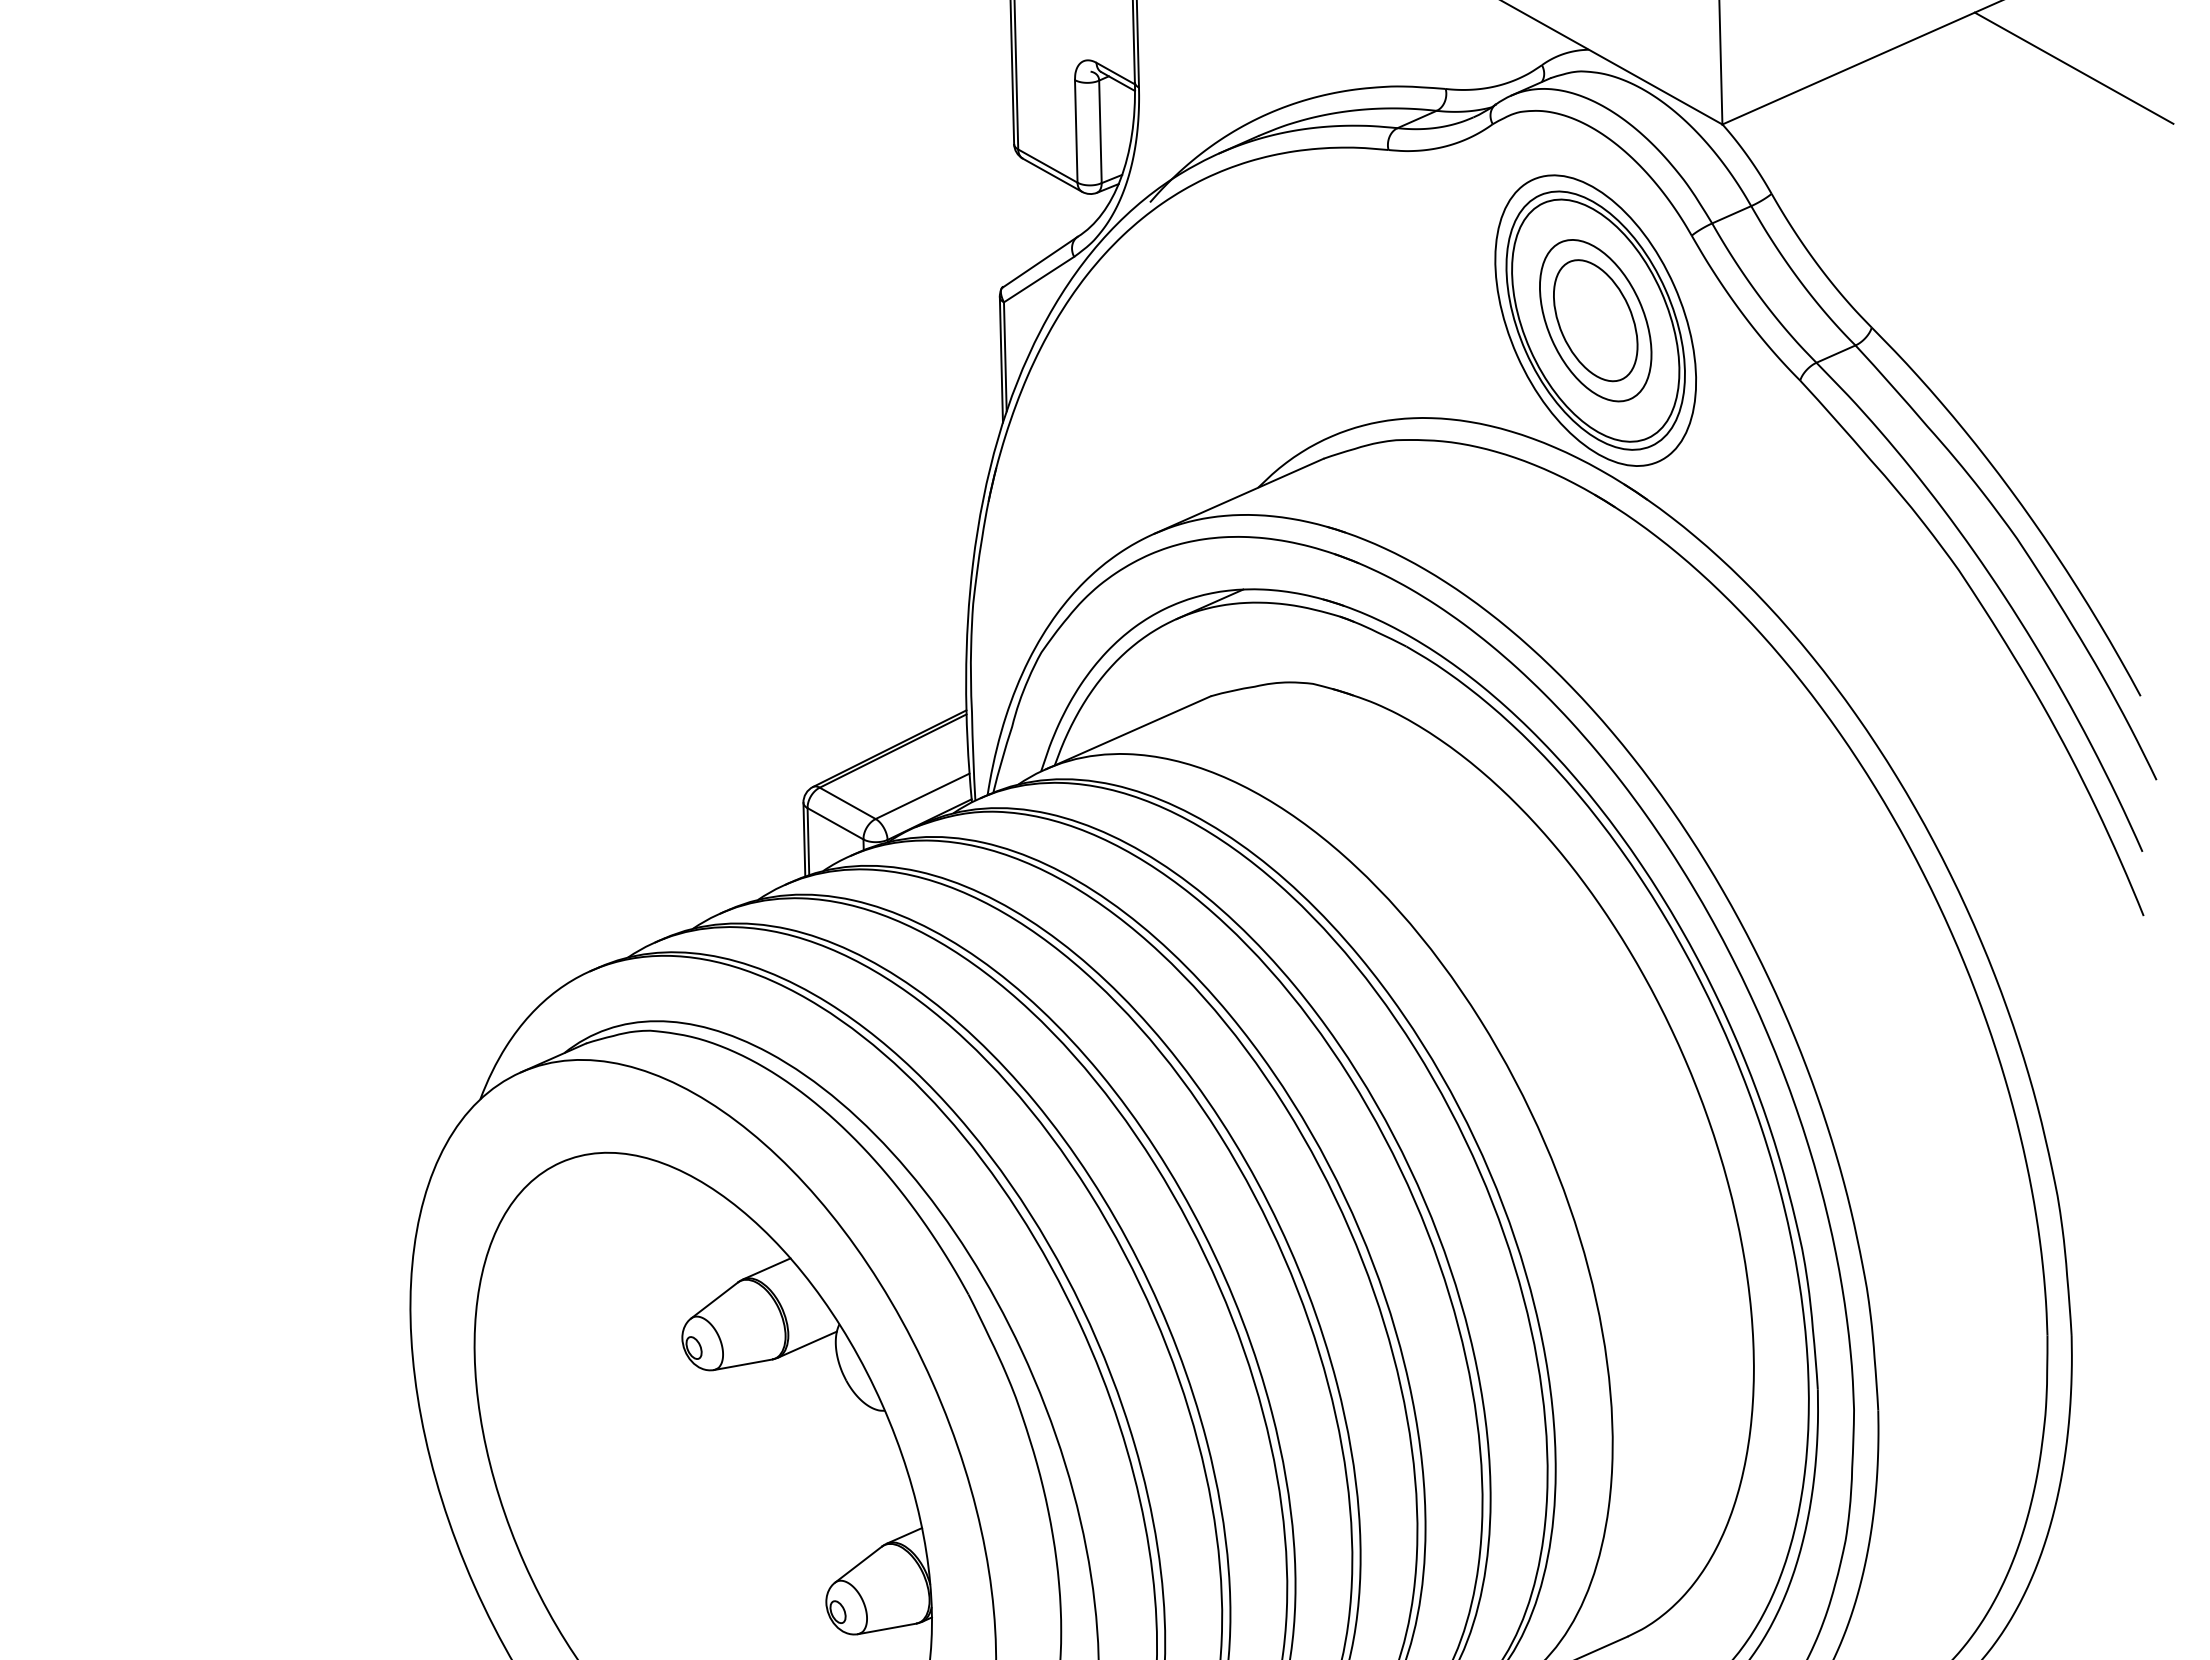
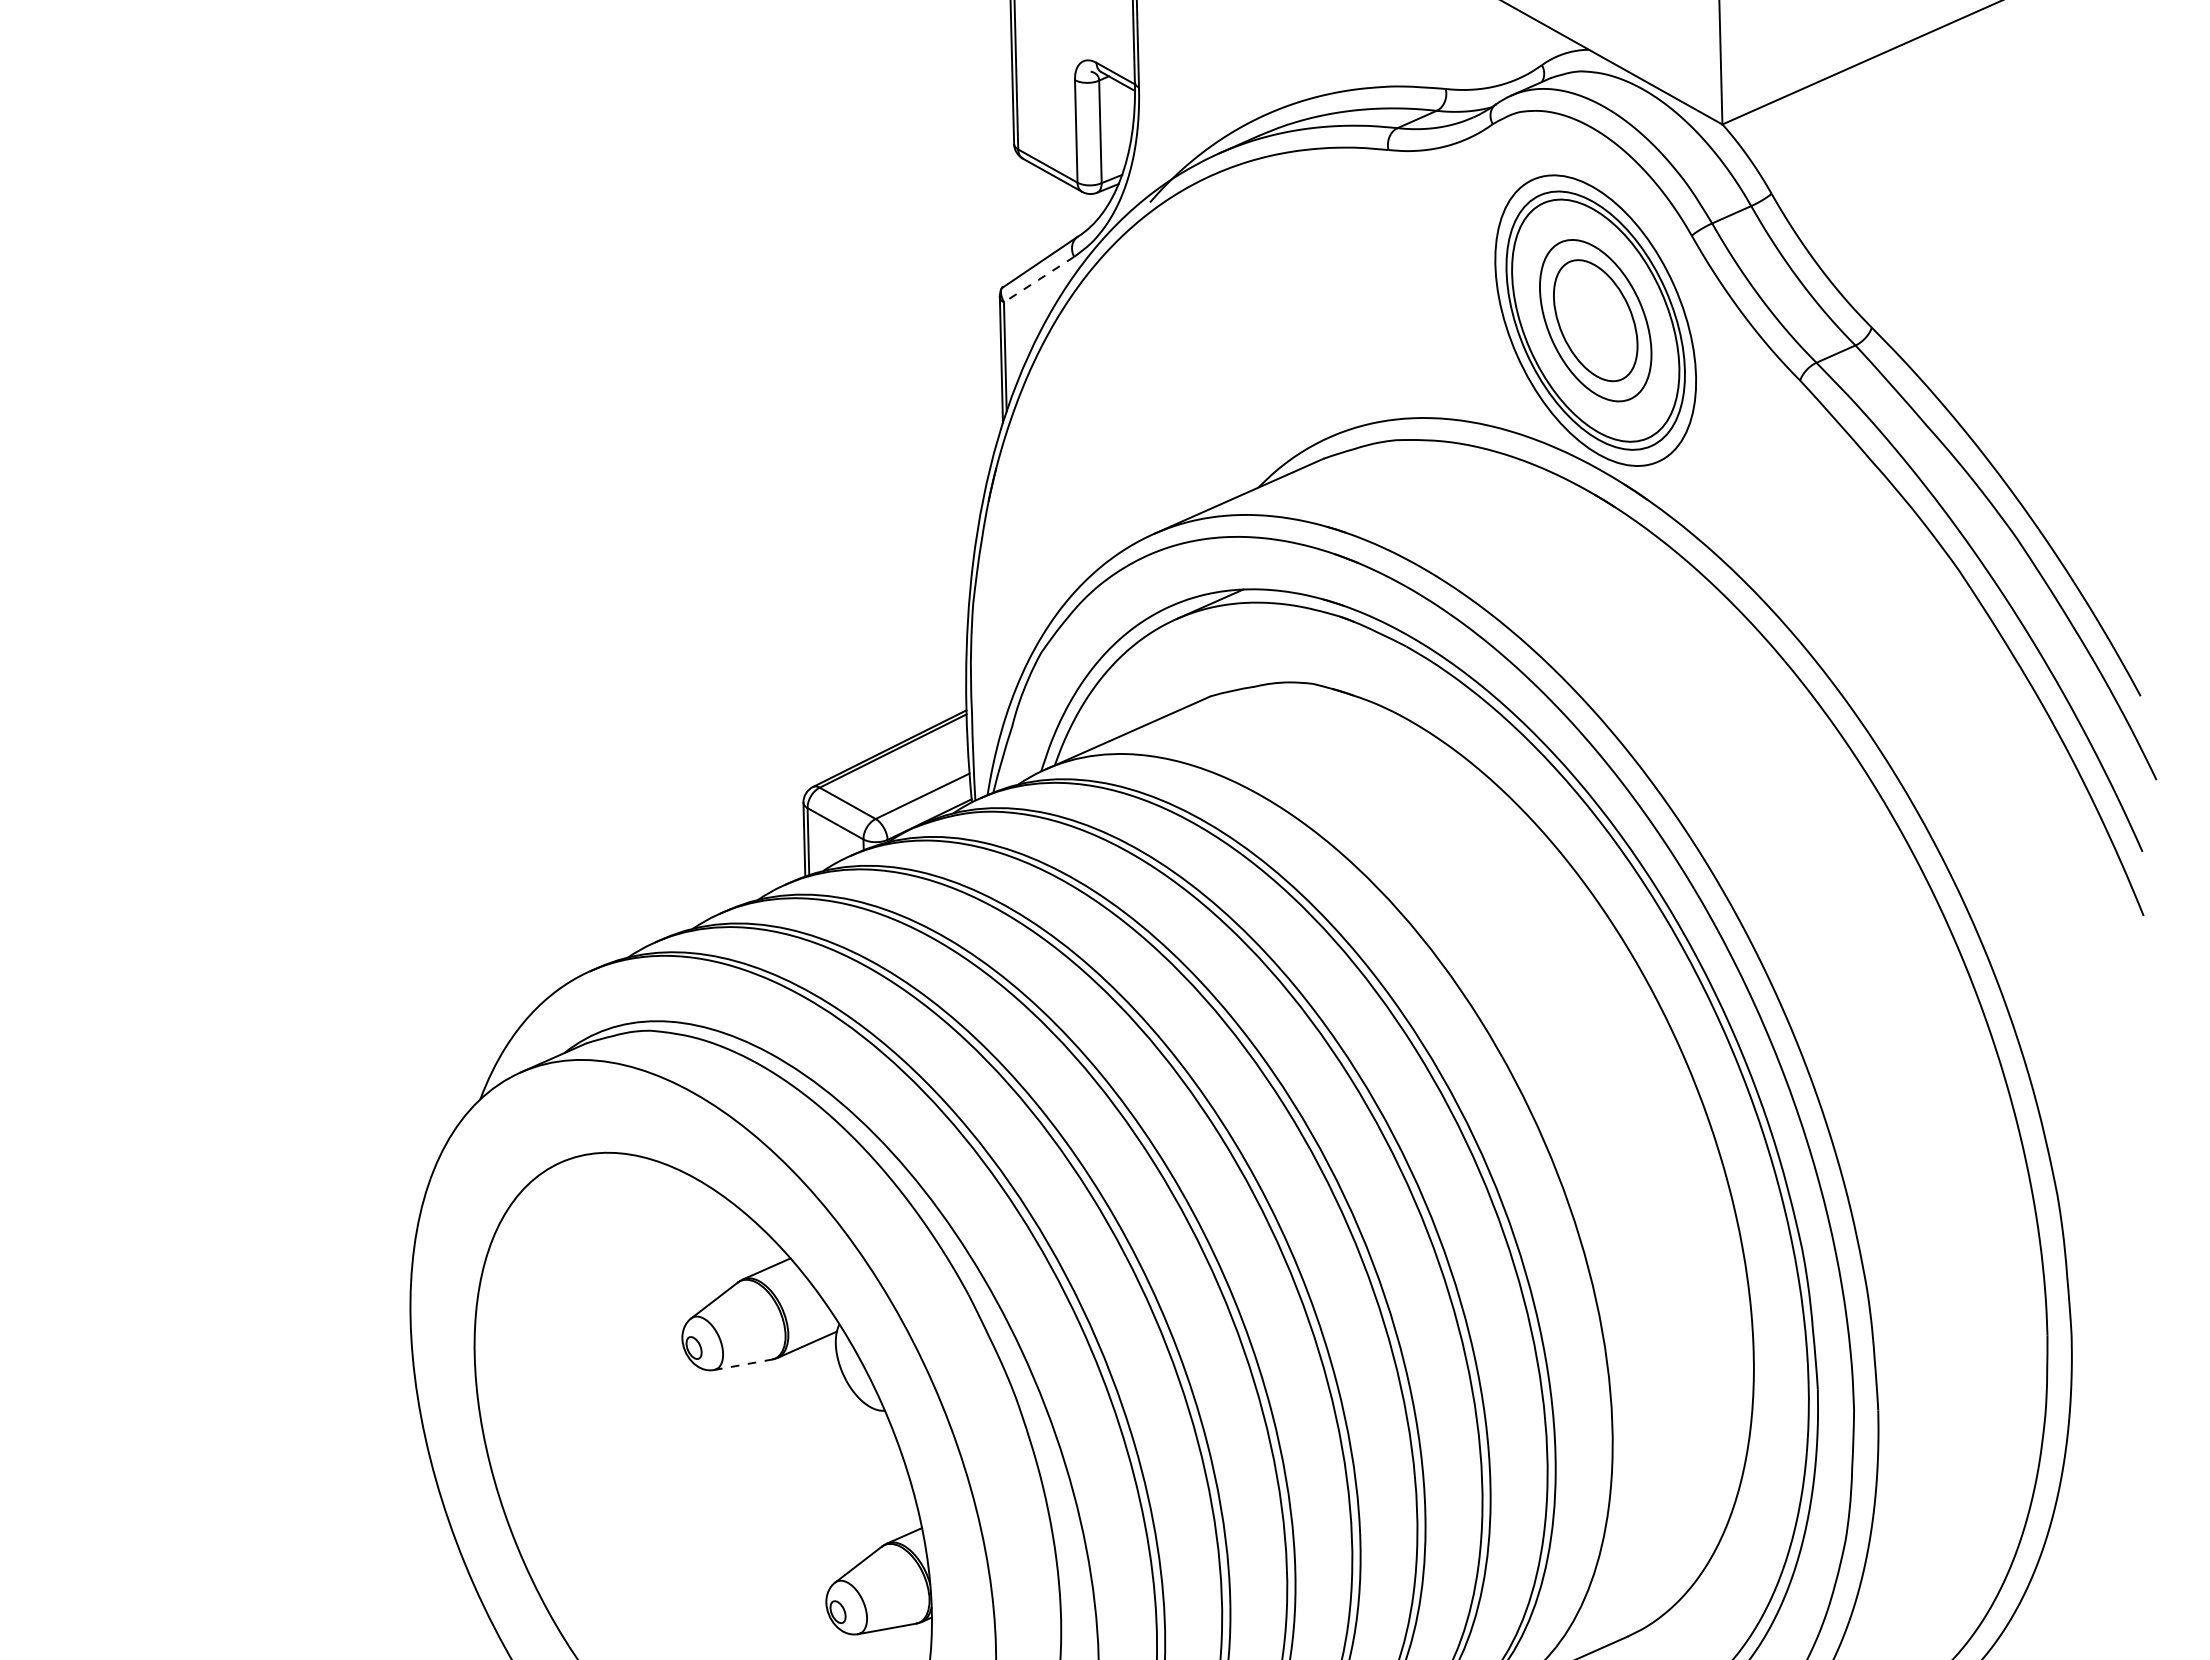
line at (2073, 67): present -> none
line at (1039, 279): solid -> dashed
line at (743, 1364): solid -> dashed
